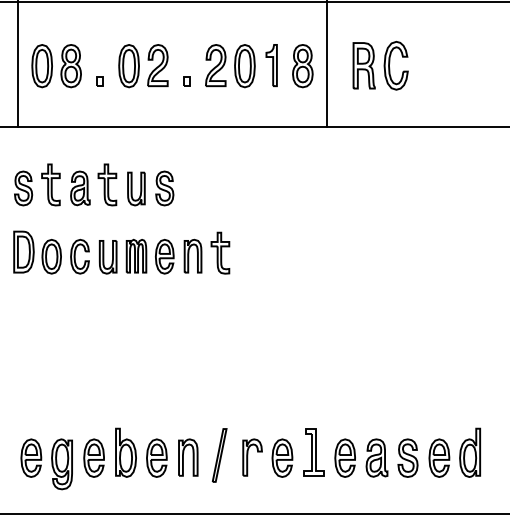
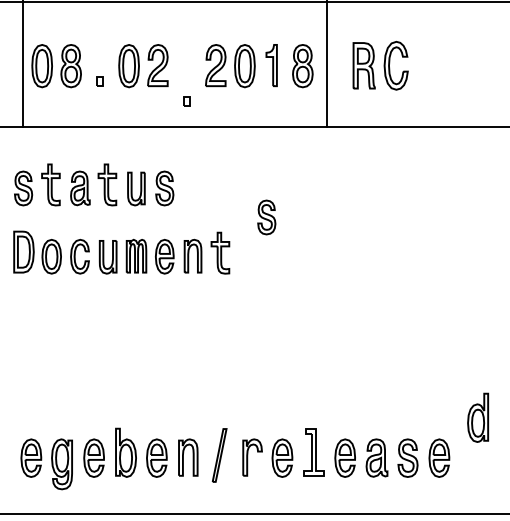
line at (17, 64) position: (17, 64) -> (22, 64)
part at (186, 81) position: (186, 81) -> (186, 101)
part at (266, 217): none -> present
part at (469, 452) position: (469, 452) -> (477, 417)
